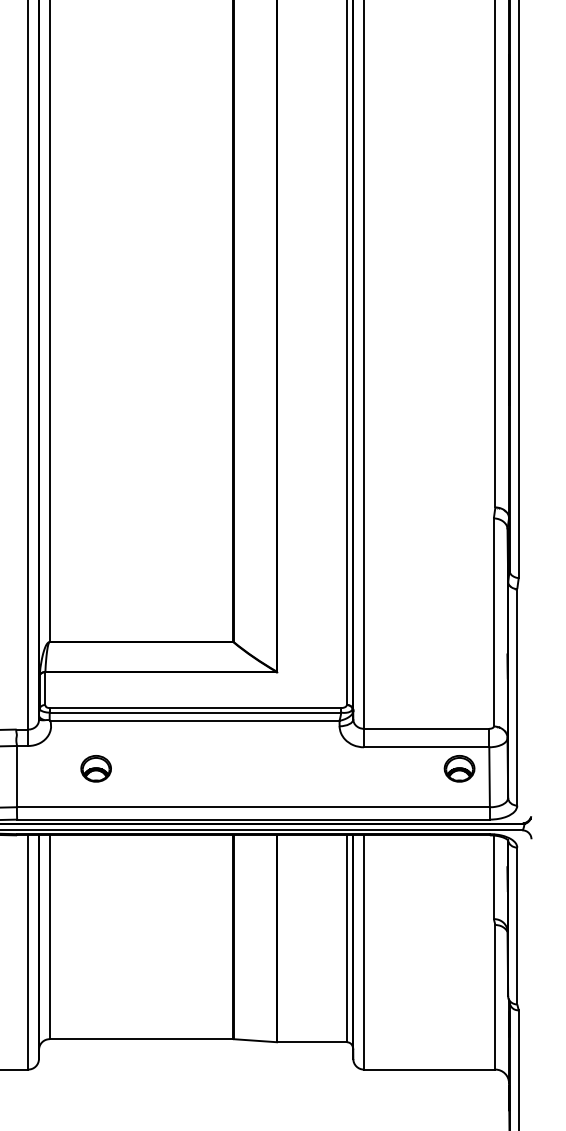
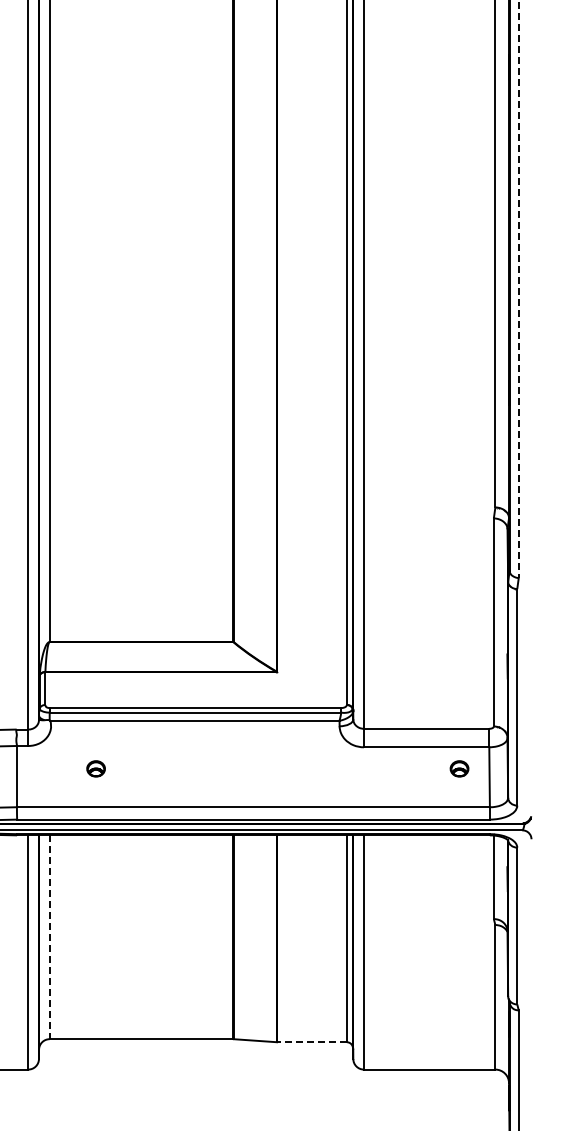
line at (518, 289): solid -> dashed
part at (95, 768) size: 32x28 px -> 20x18 px
part at (459, 768) size: 33x28 px -> 21x18 px
line at (49, 937): solid -> dashed
line at (312, 1042): solid -> dashed
